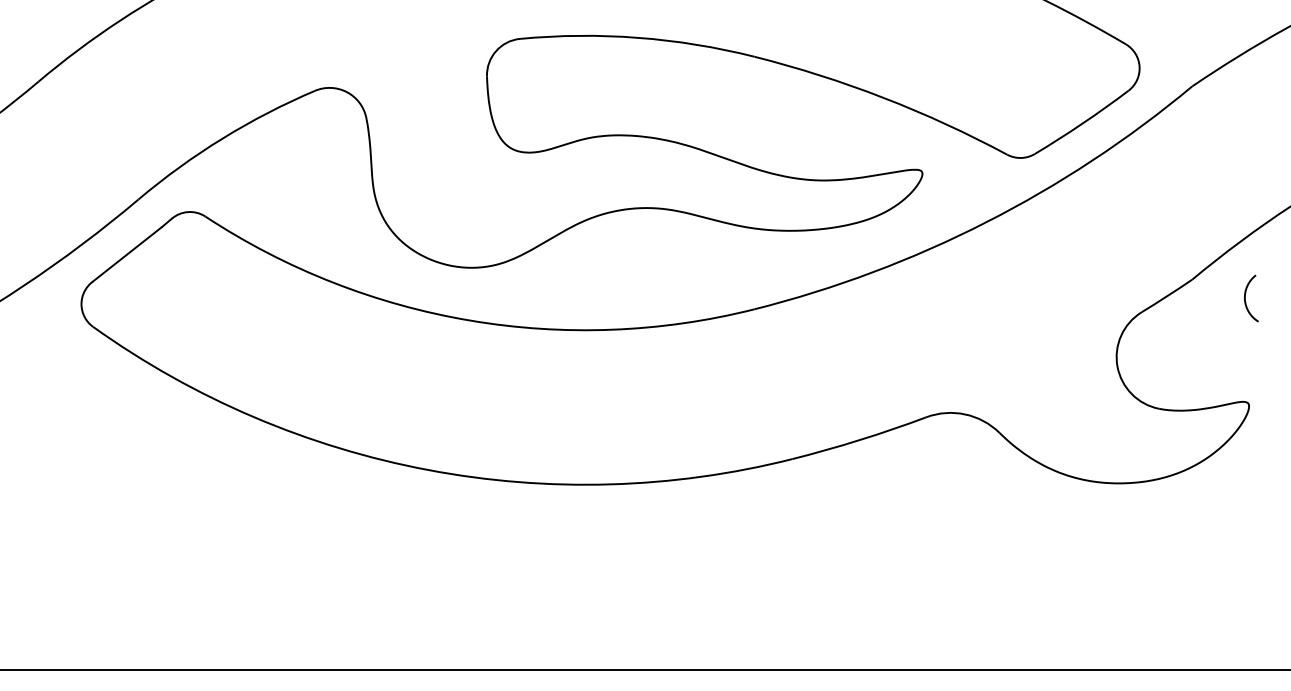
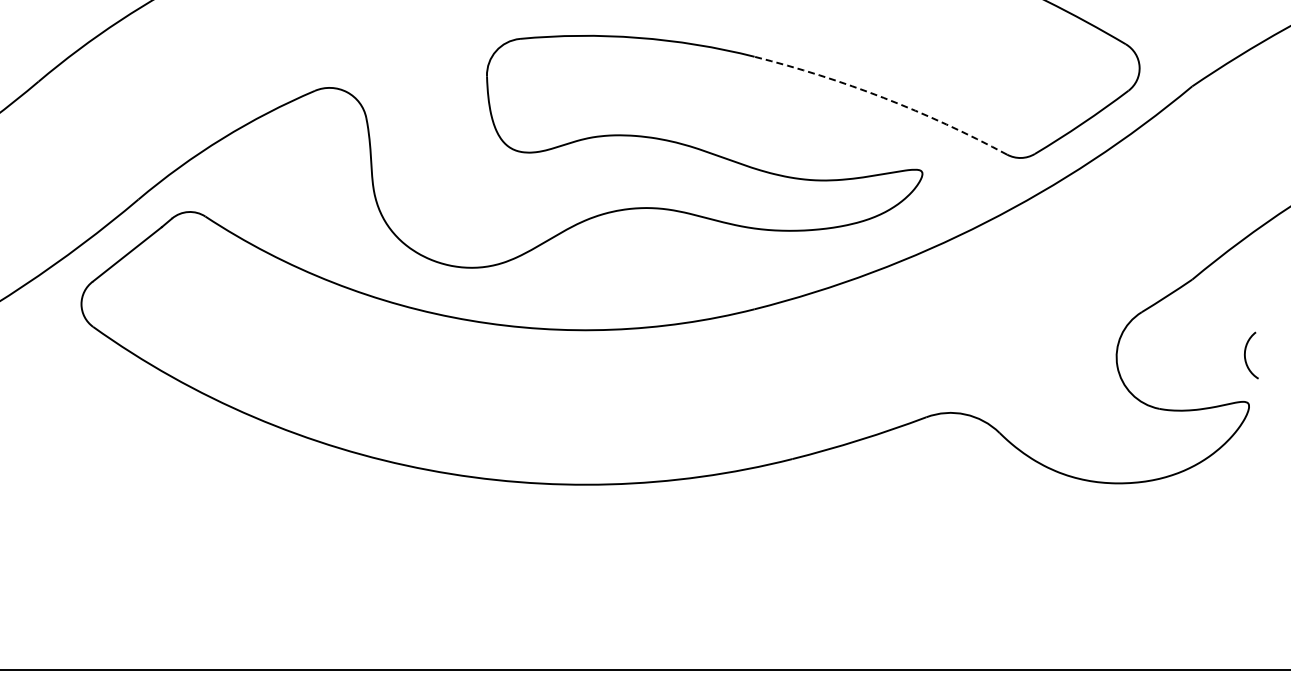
arc at (883, 97): solid -> dashed
arc at (1245, 298) position: (1245, 298) -> (1245, 355)
